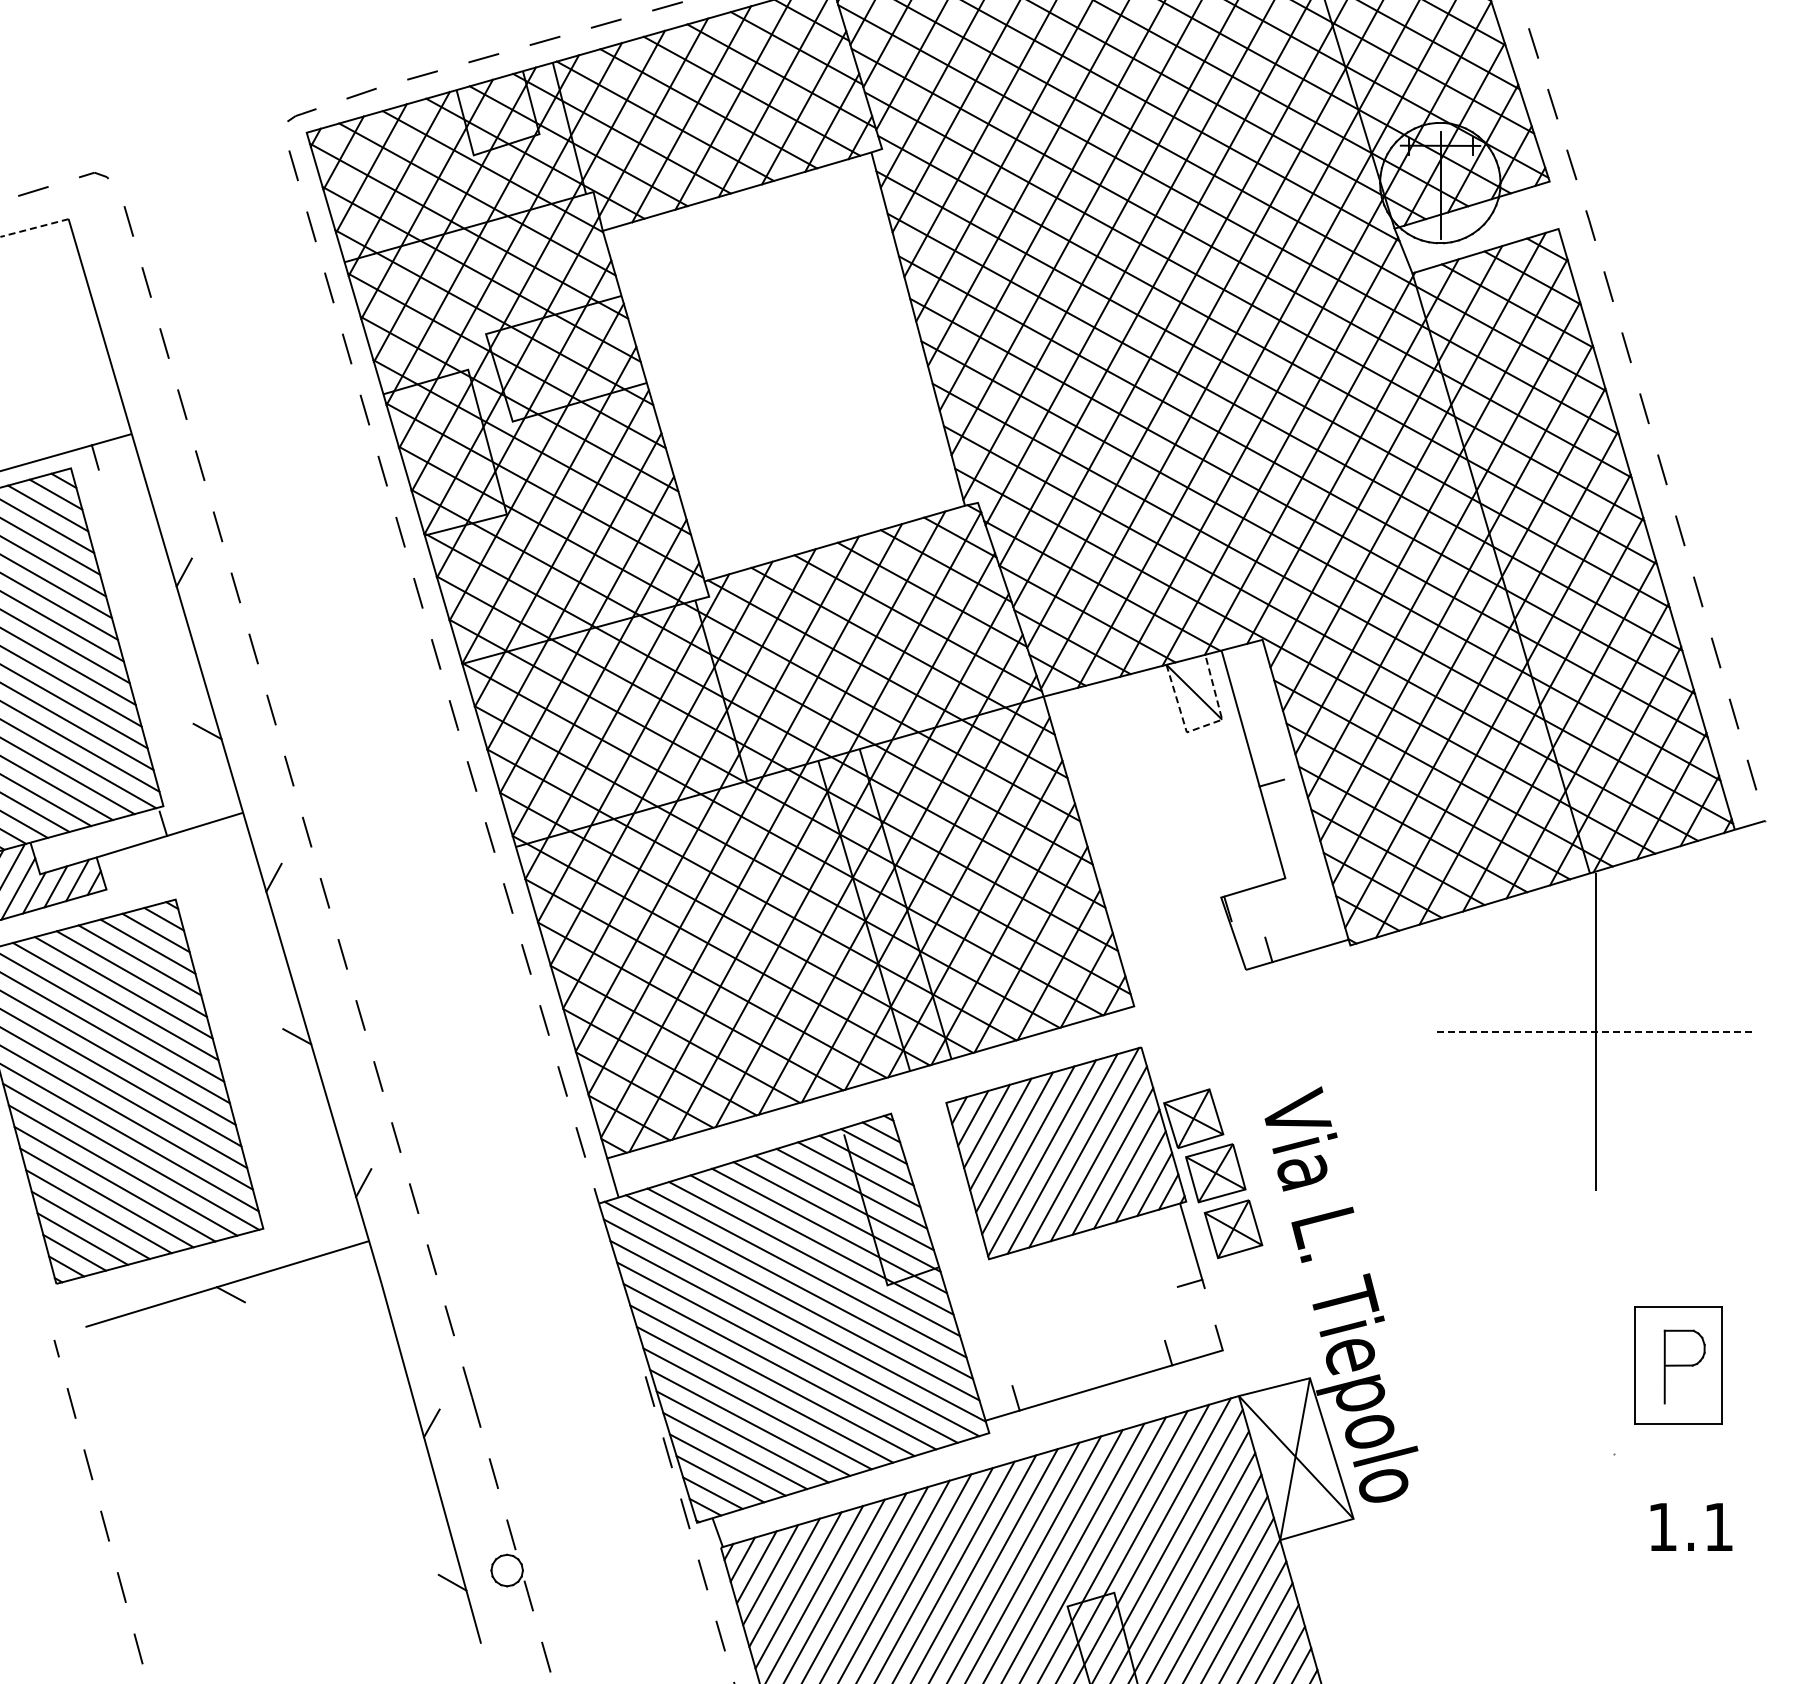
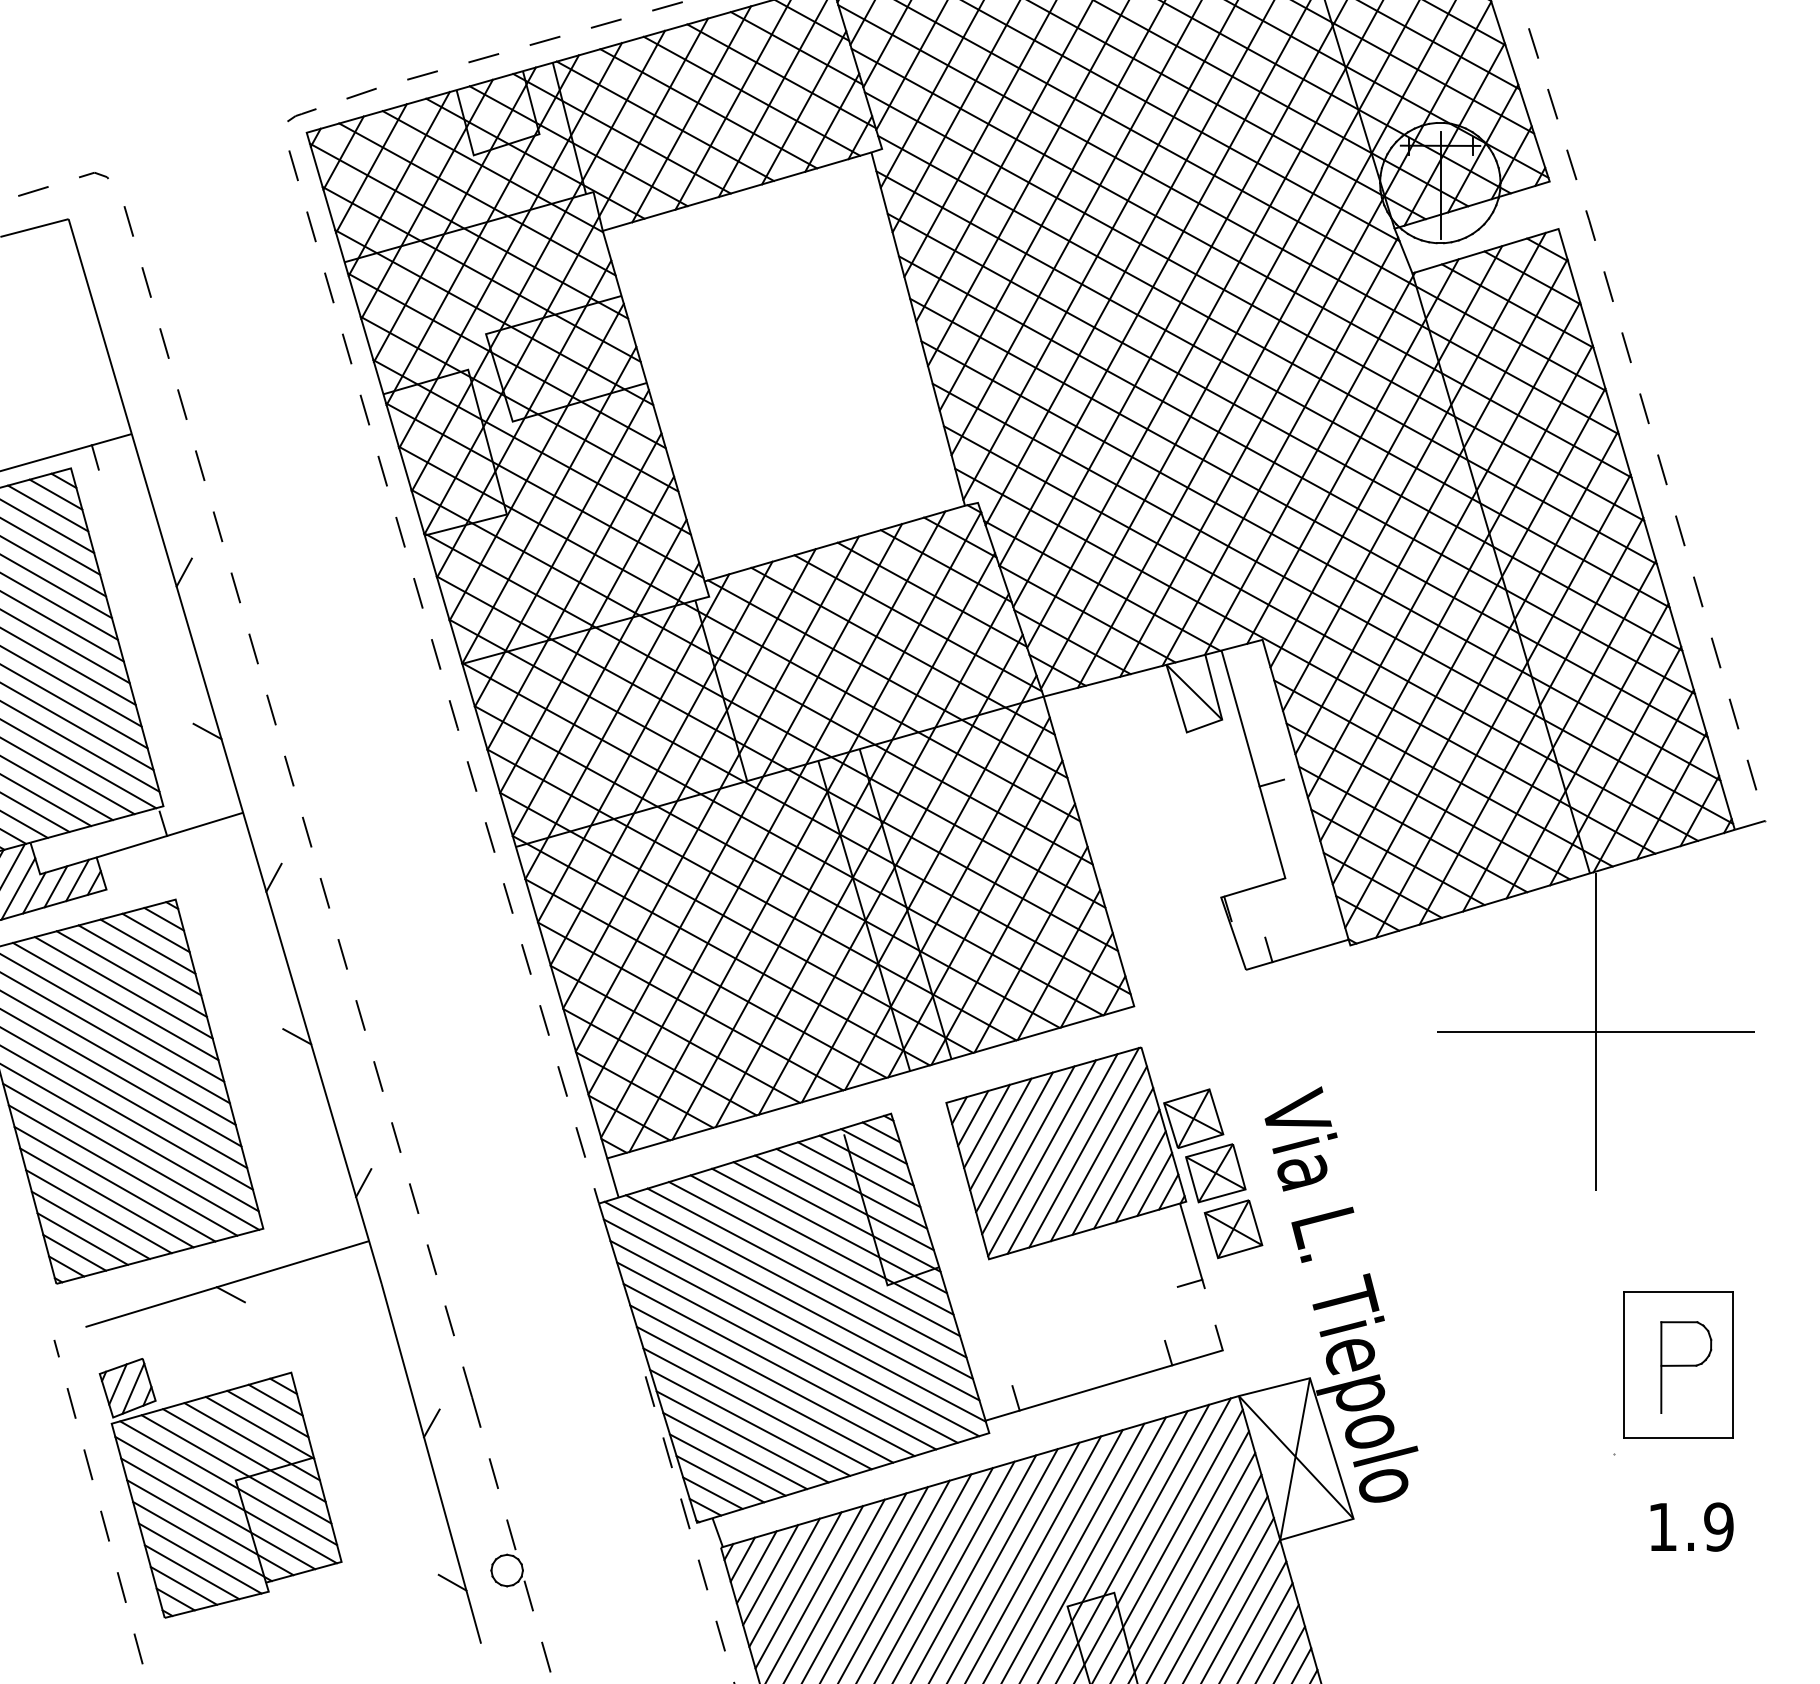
line at (34, 228): dashed -> solid
line at (1203, 726): dashed -> solid
line at (1596, 1031): dashed -> solid
part at (1678, 1365) size: 89x119 px -> 111x148 px
part at (220, 1488): none -> present
text at (1718, 1526): 1.1 -> 1.9
